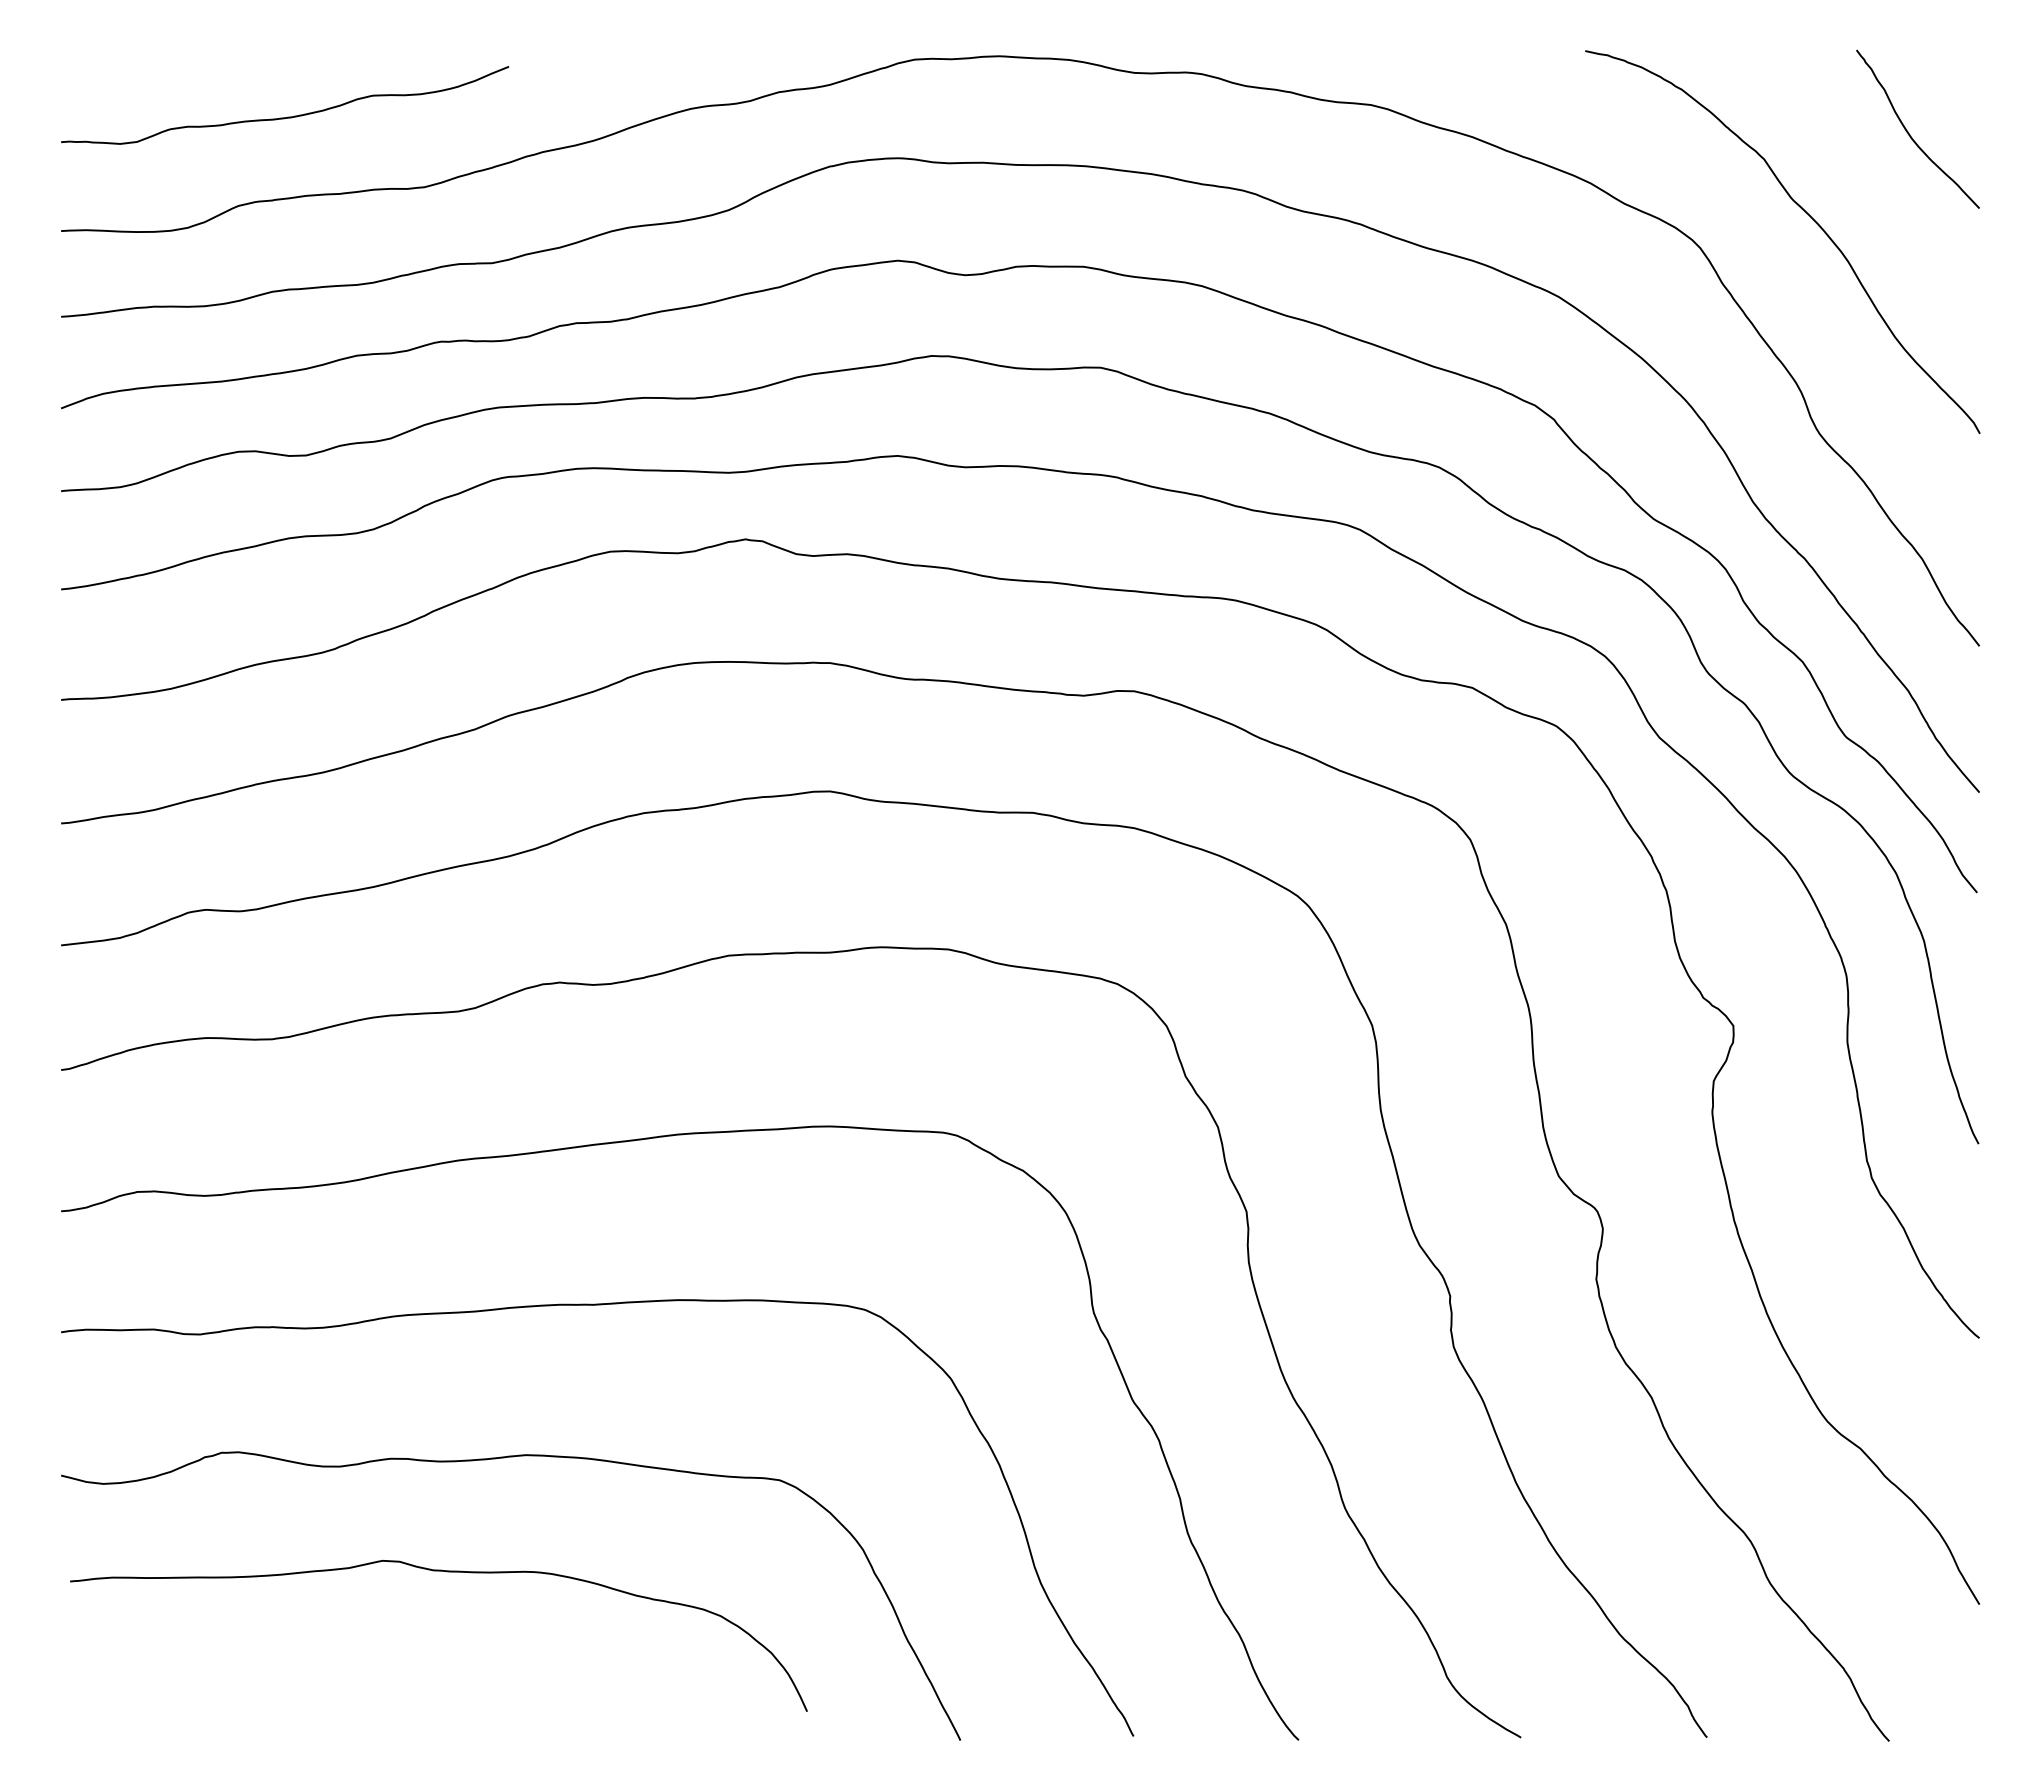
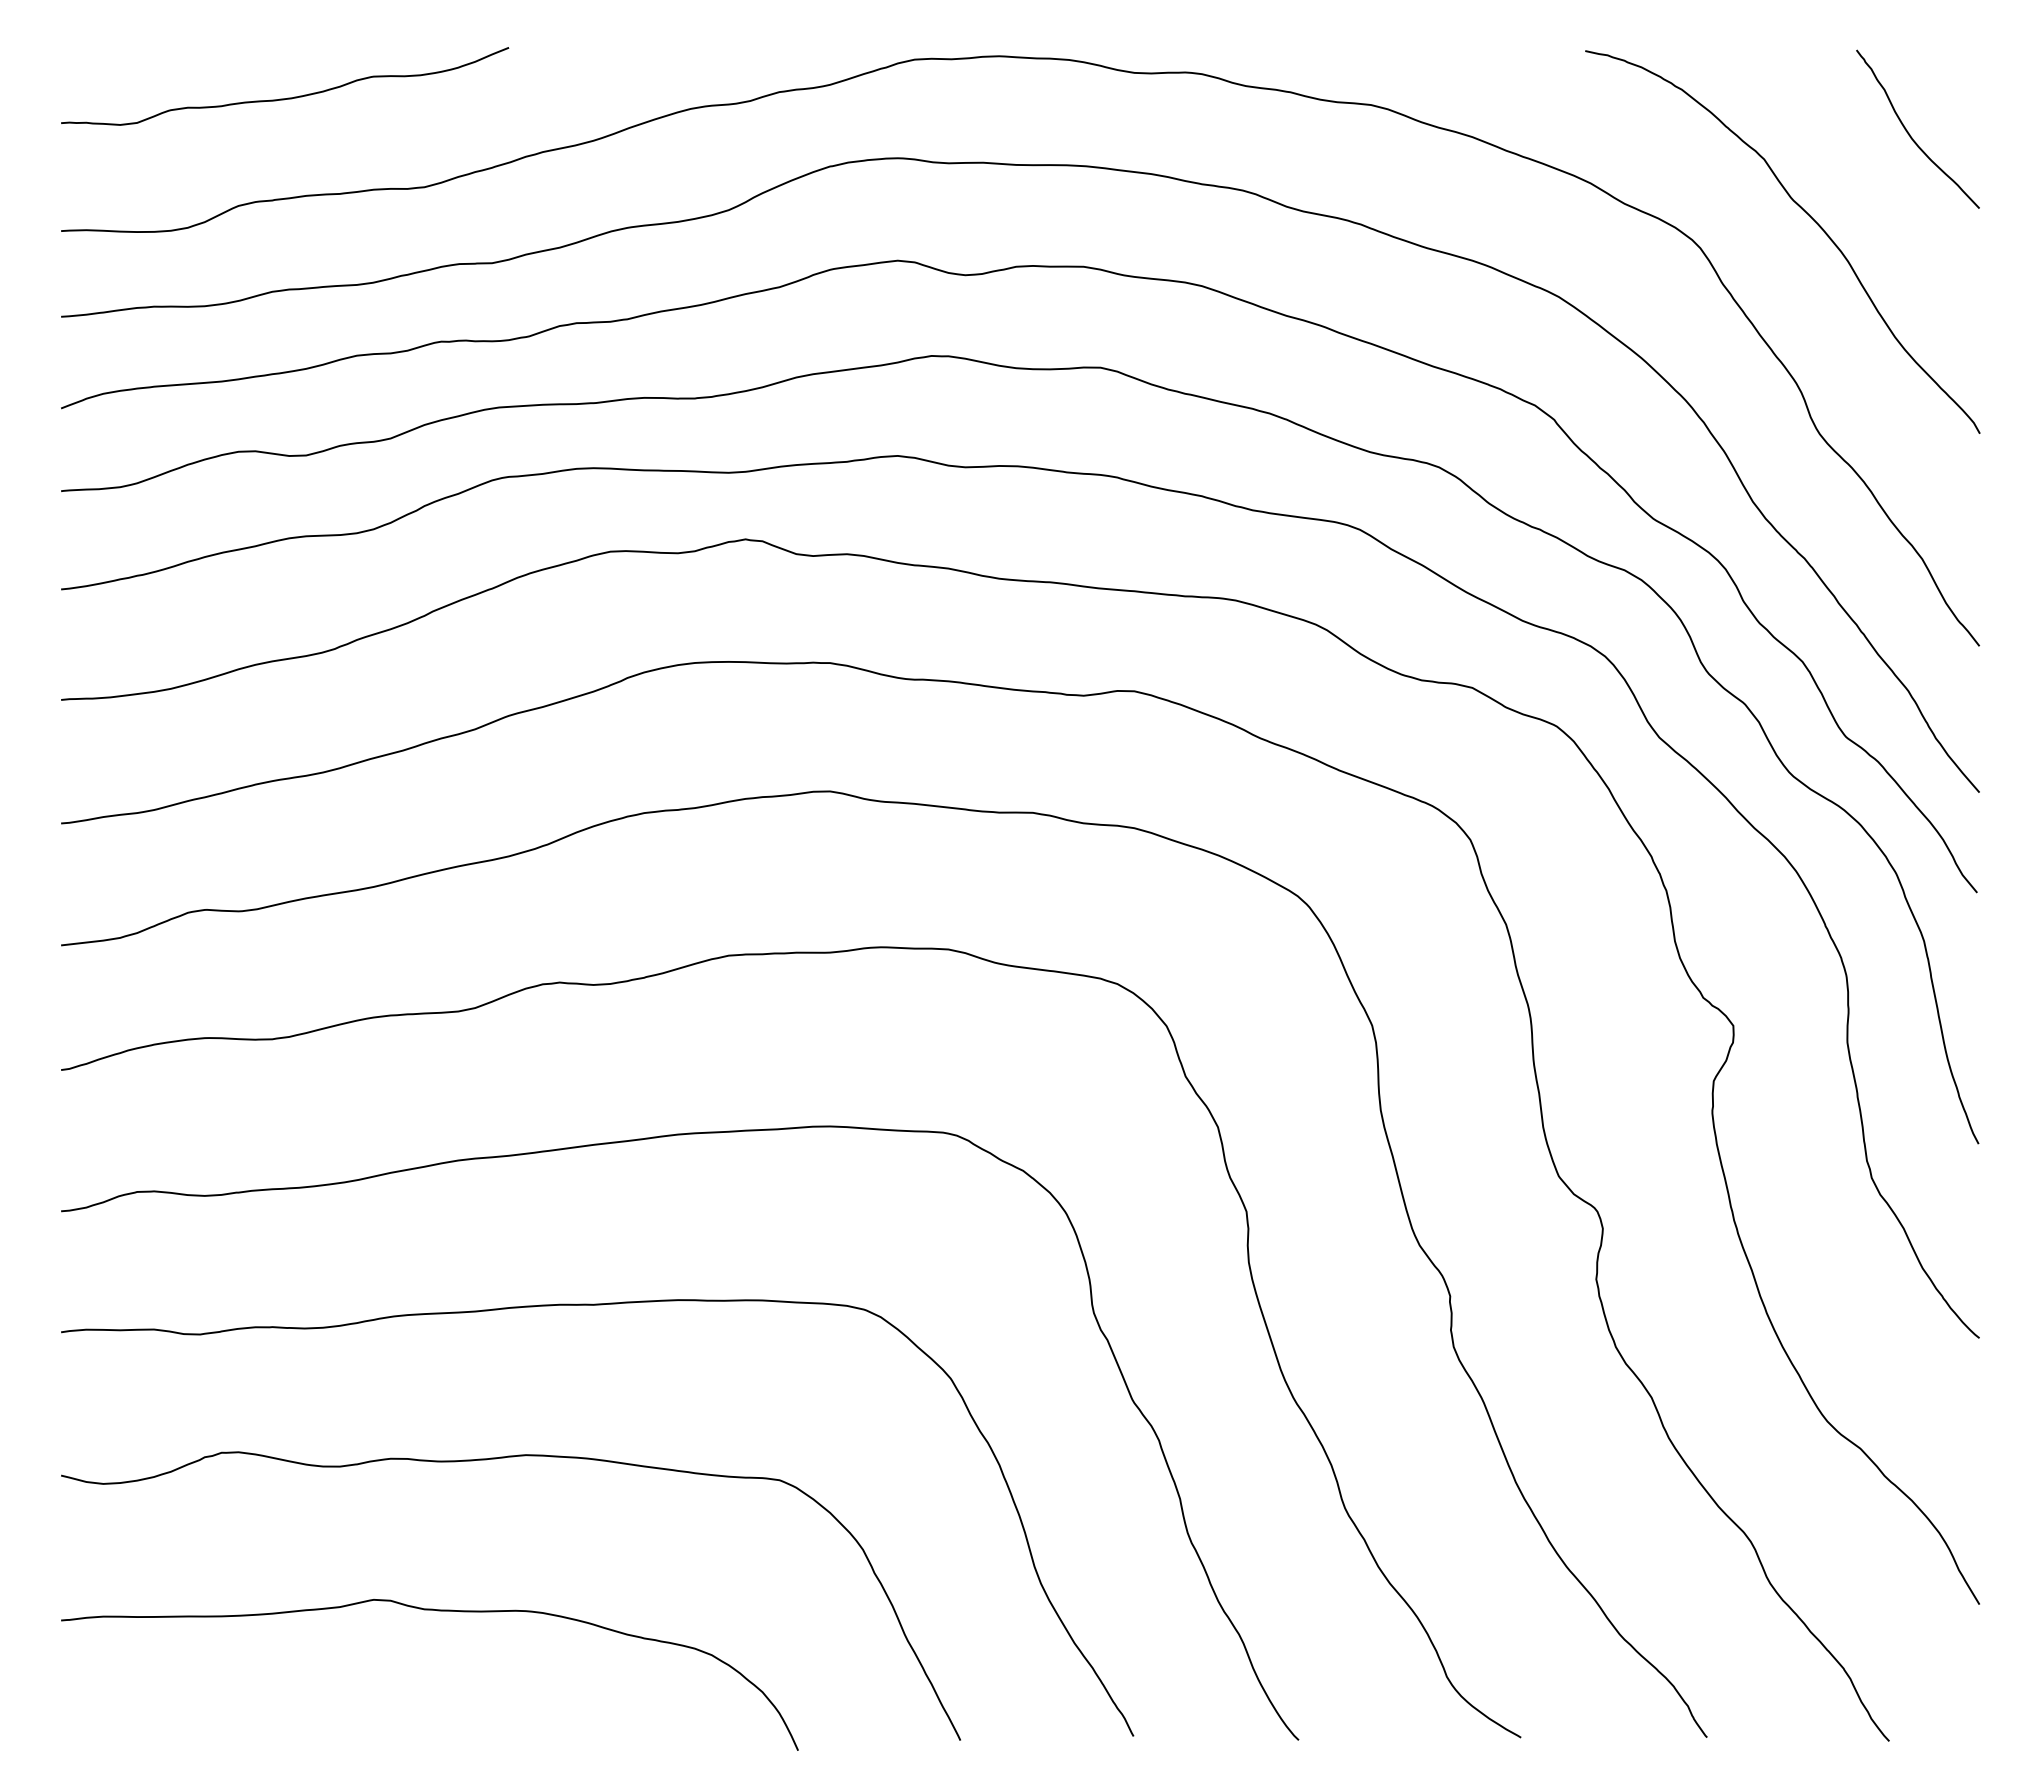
curve at (287, 116) position: (287, 116) -> (287, 97)
curve at (446, 1572) position: (446, 1572) -> (437, 1611)
